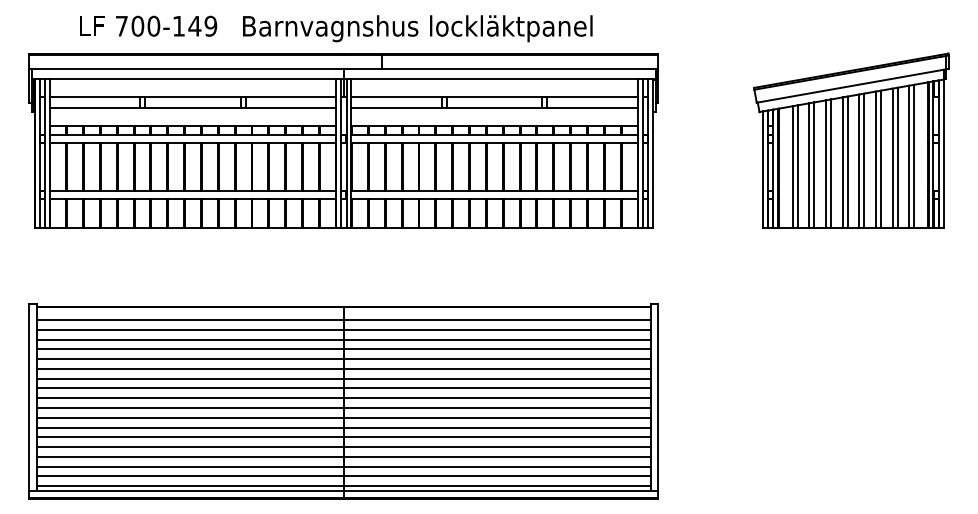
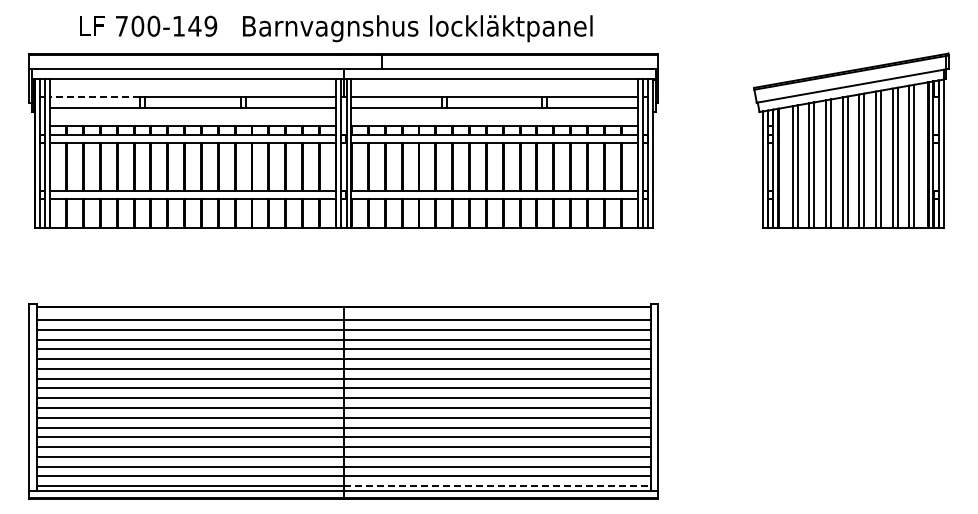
line at (94, 97): solid -> dashed
line at (497, 486): solid -> dashed
